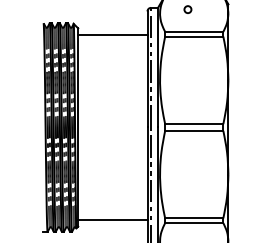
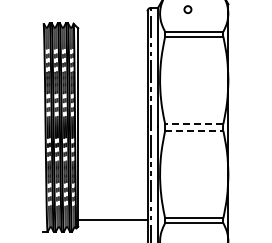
line at (112, 34): present -> none
line at (193, 124): solid -> dashed
line at (194, 130): solid -> dashed
